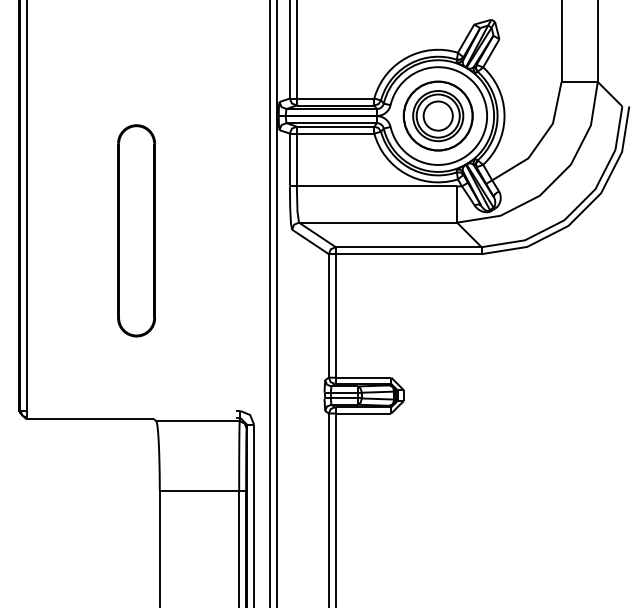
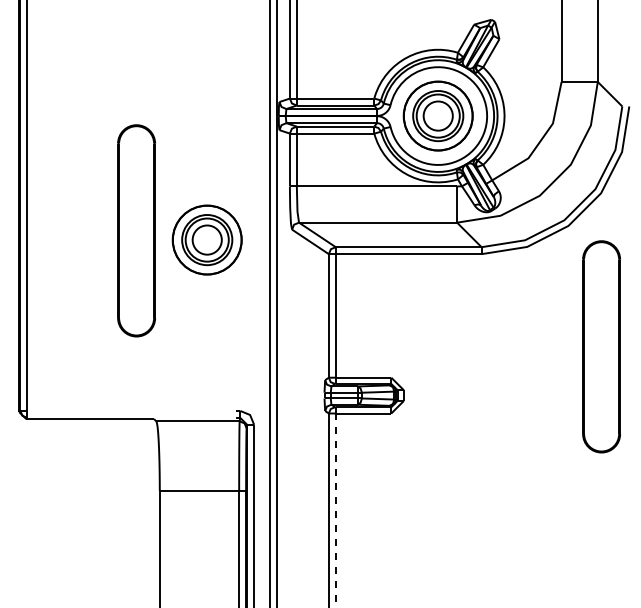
part at (206, 239): none -> present
part at (601, 346): none -> present
line at (335, 510): solid -> dashed
